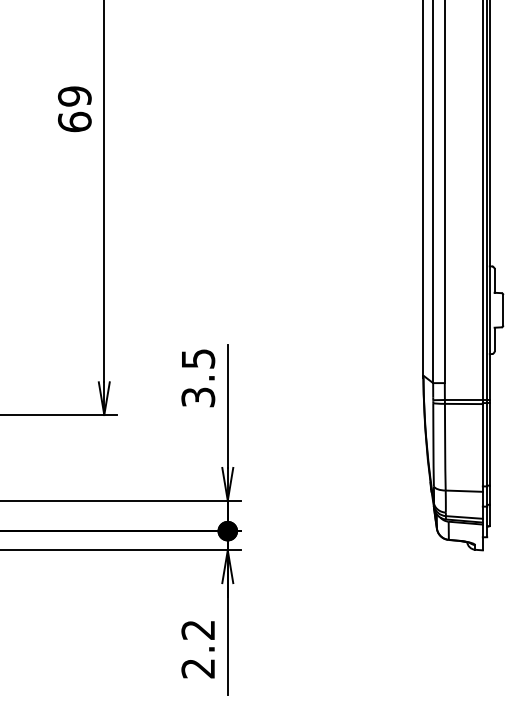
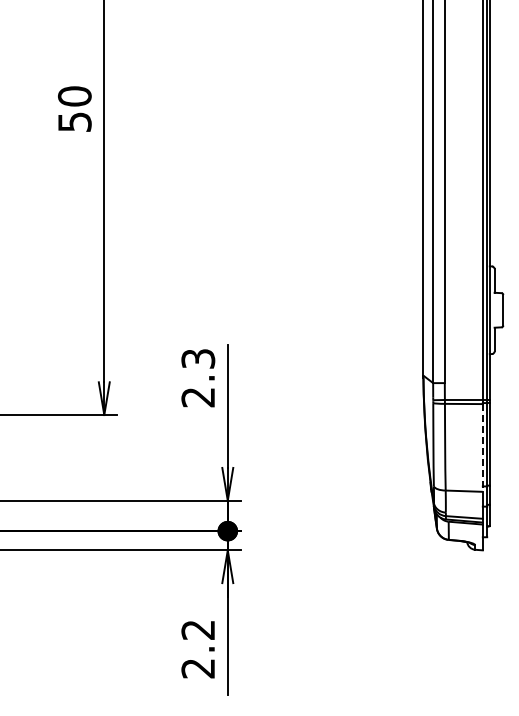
text at (74, 109): 69 -> 50
text at (198, 378): 3.5 -> 2.3
line at (482, 447): solid -> dashed
